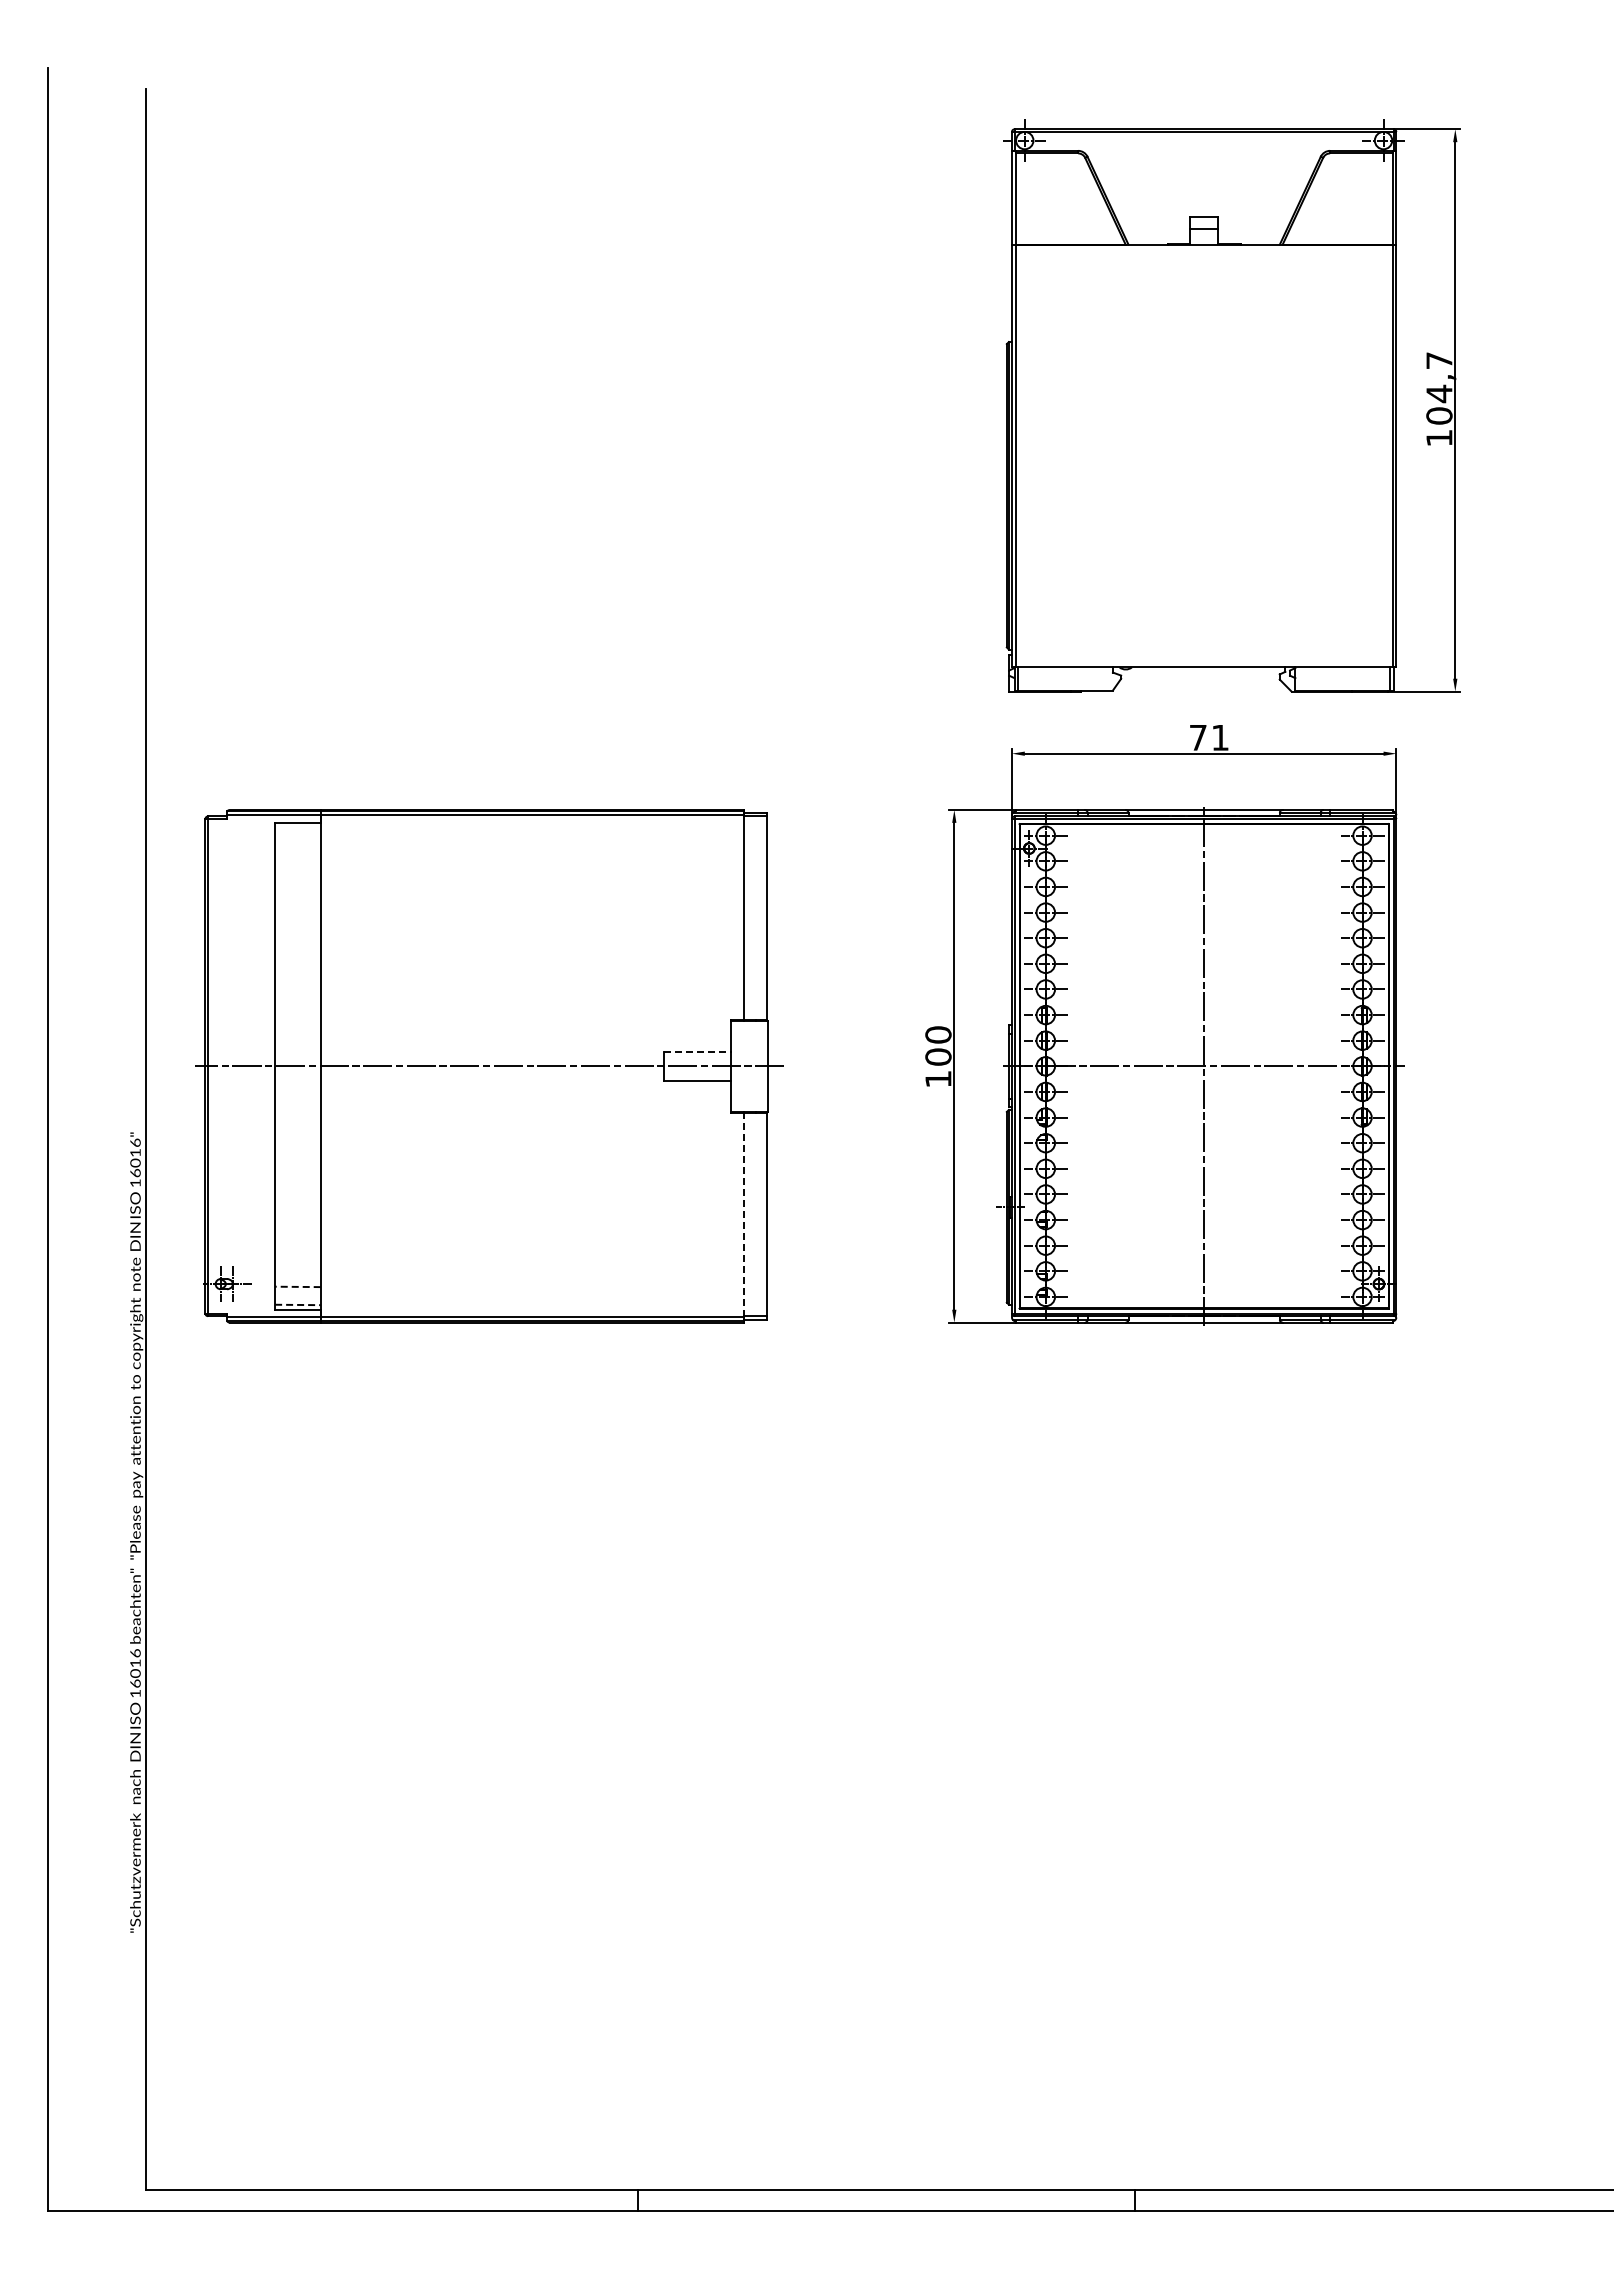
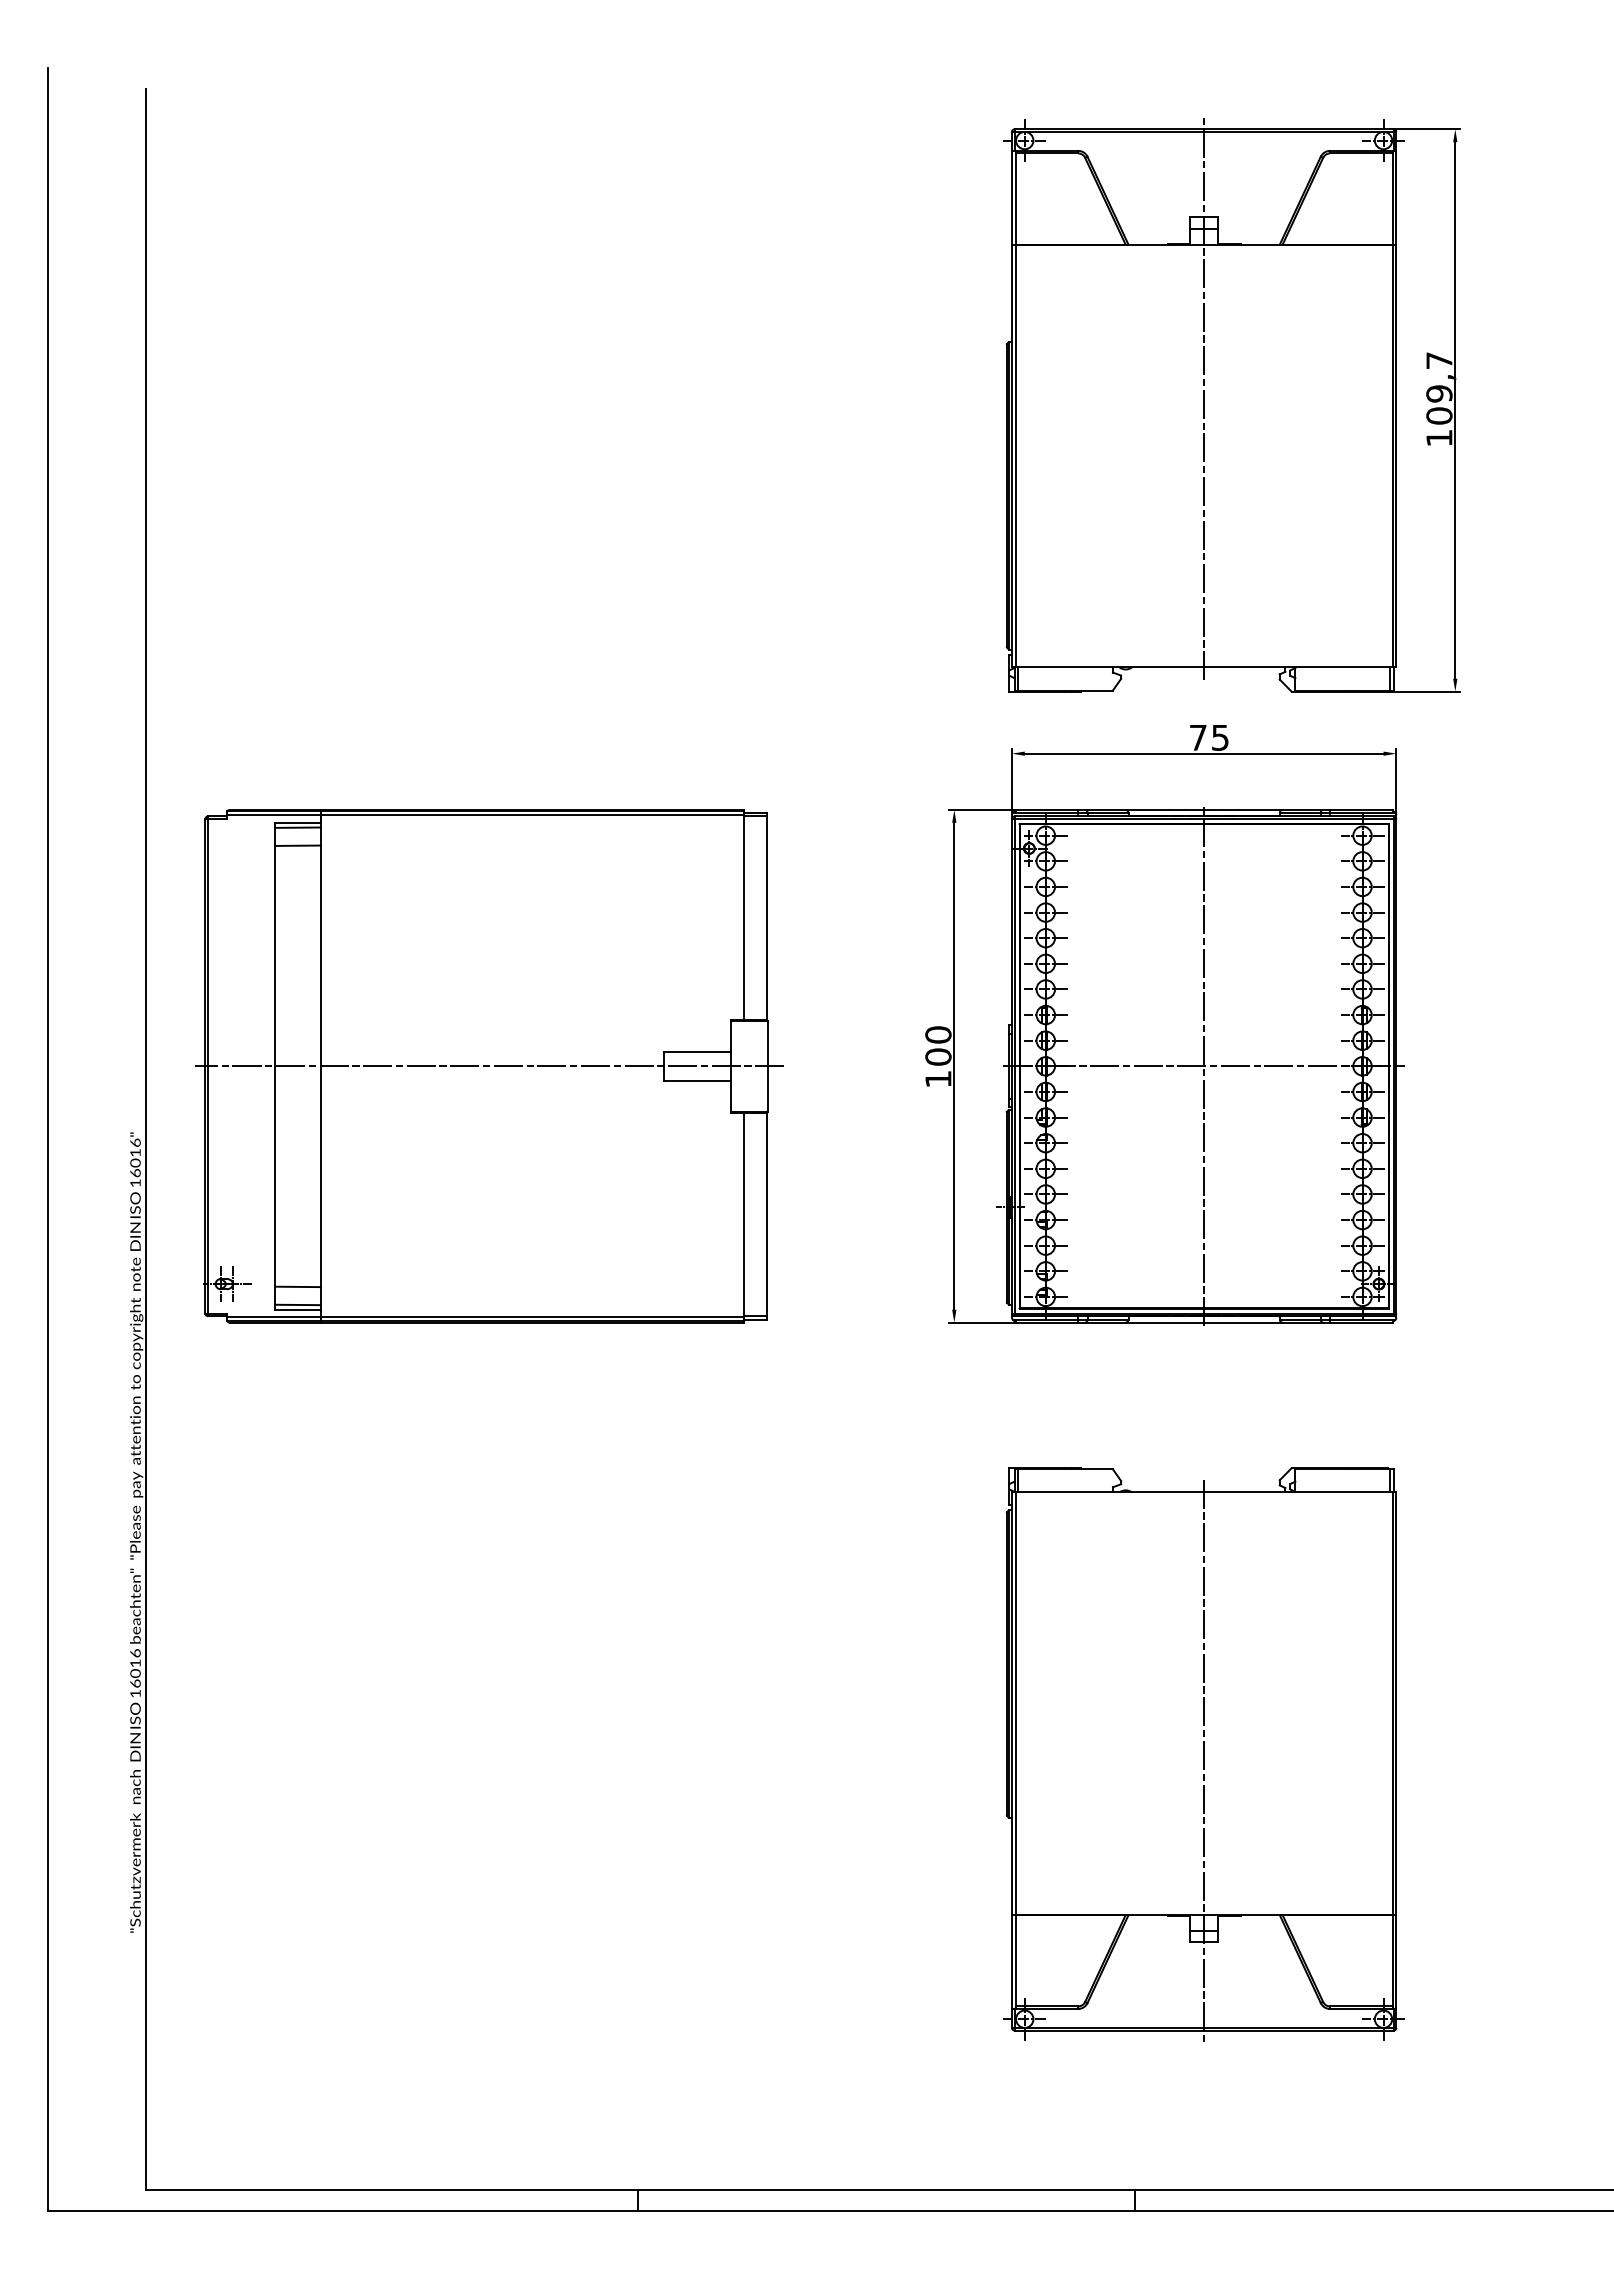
text at (1439, 393): 104,7 -> 109,7
line at (1204, 397): none -> present
text at (1220, 737): 71 -> 75
line at (297, 827): none -> present
line at (297, 845): none -> present
line at (697, 1051): dashed -> solid
line at (743, 1214): dashed -> solid
line at (297, 1286): dashed -> solid
line at (297, 1304): dashed -> solid
part at (1203, 1754): none -> present
